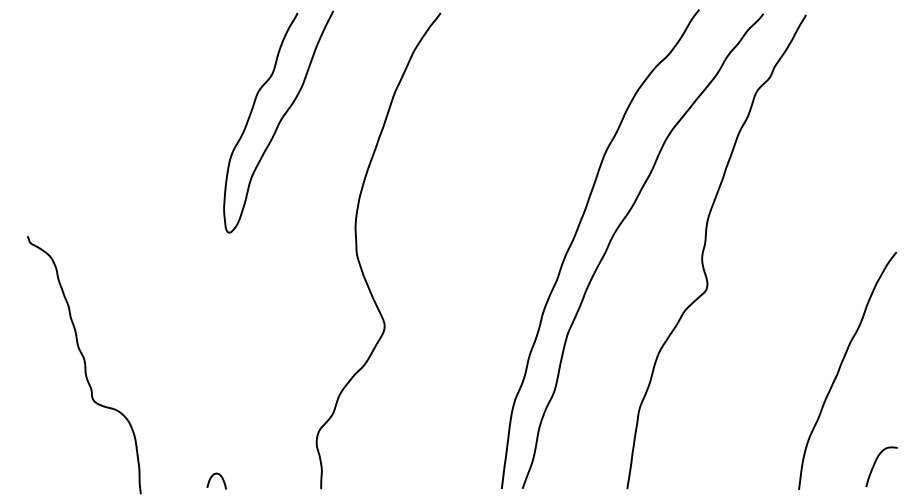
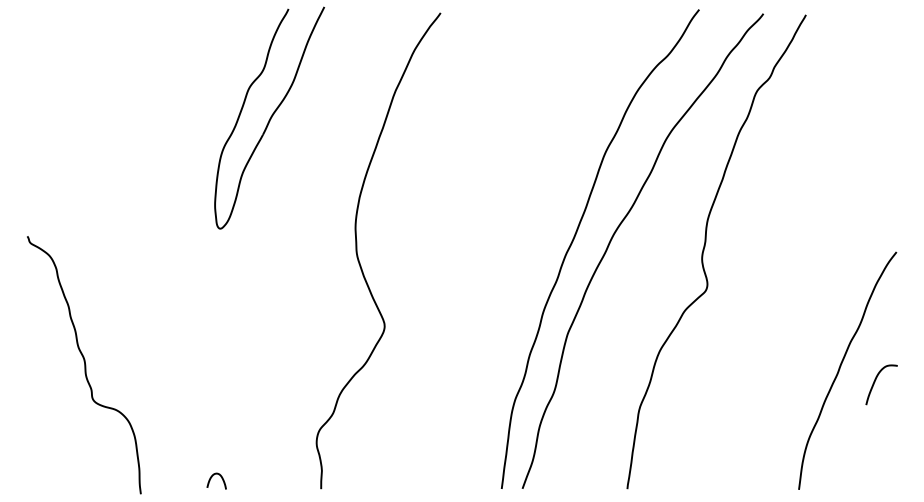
part at (278, 121) position: (278, 121) -> (269, 117)
curve at (875, 464) position: (875, 464) -> (875, 382)
